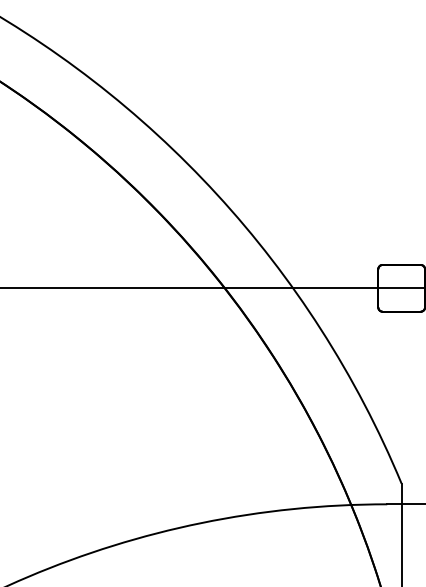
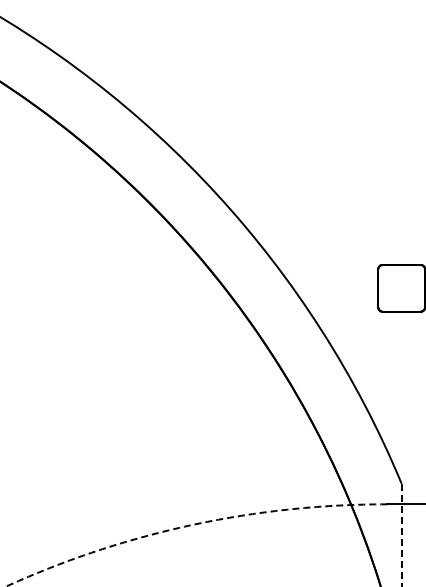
line at (212, 288): present -> none
arc at (191, 525): solid -> dashed
line at (401, 535): solid -> dashed
